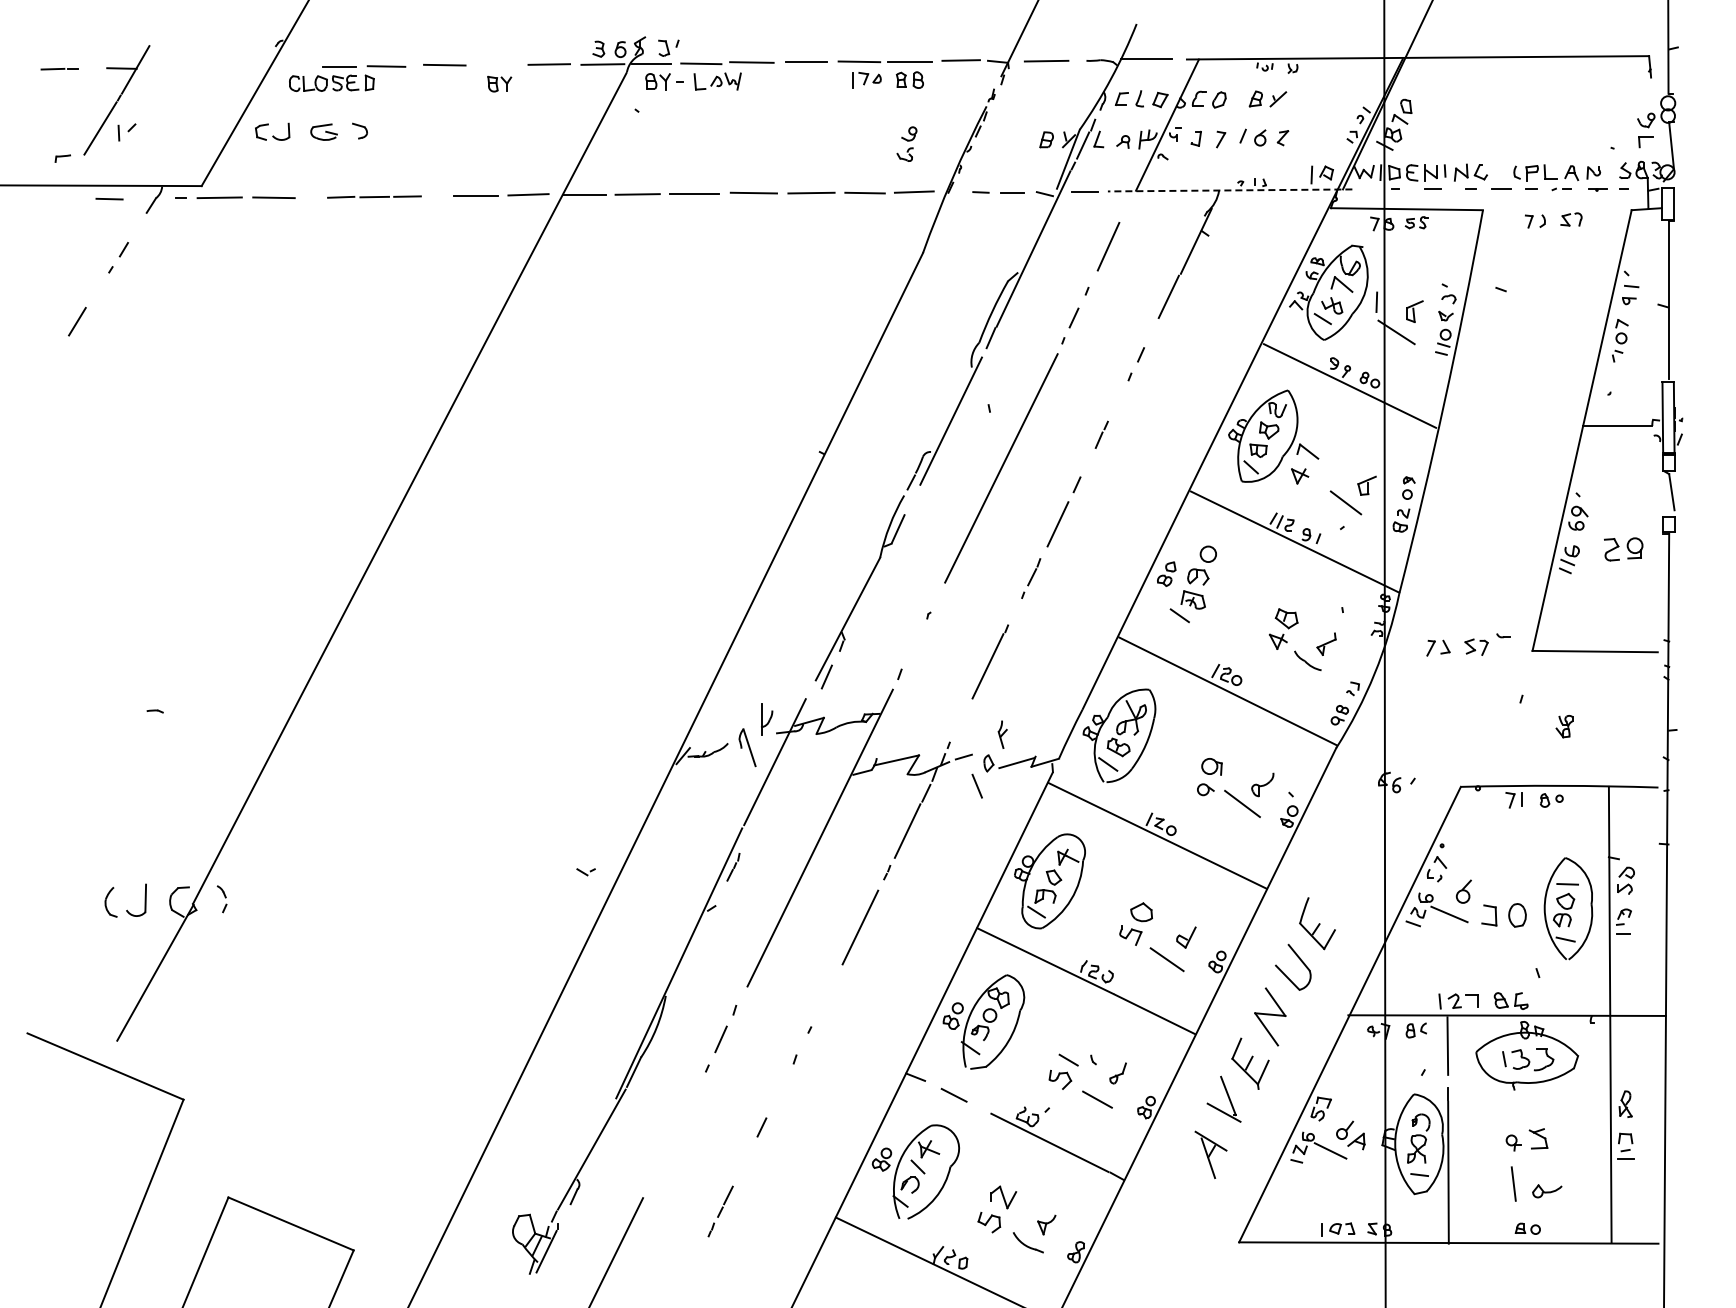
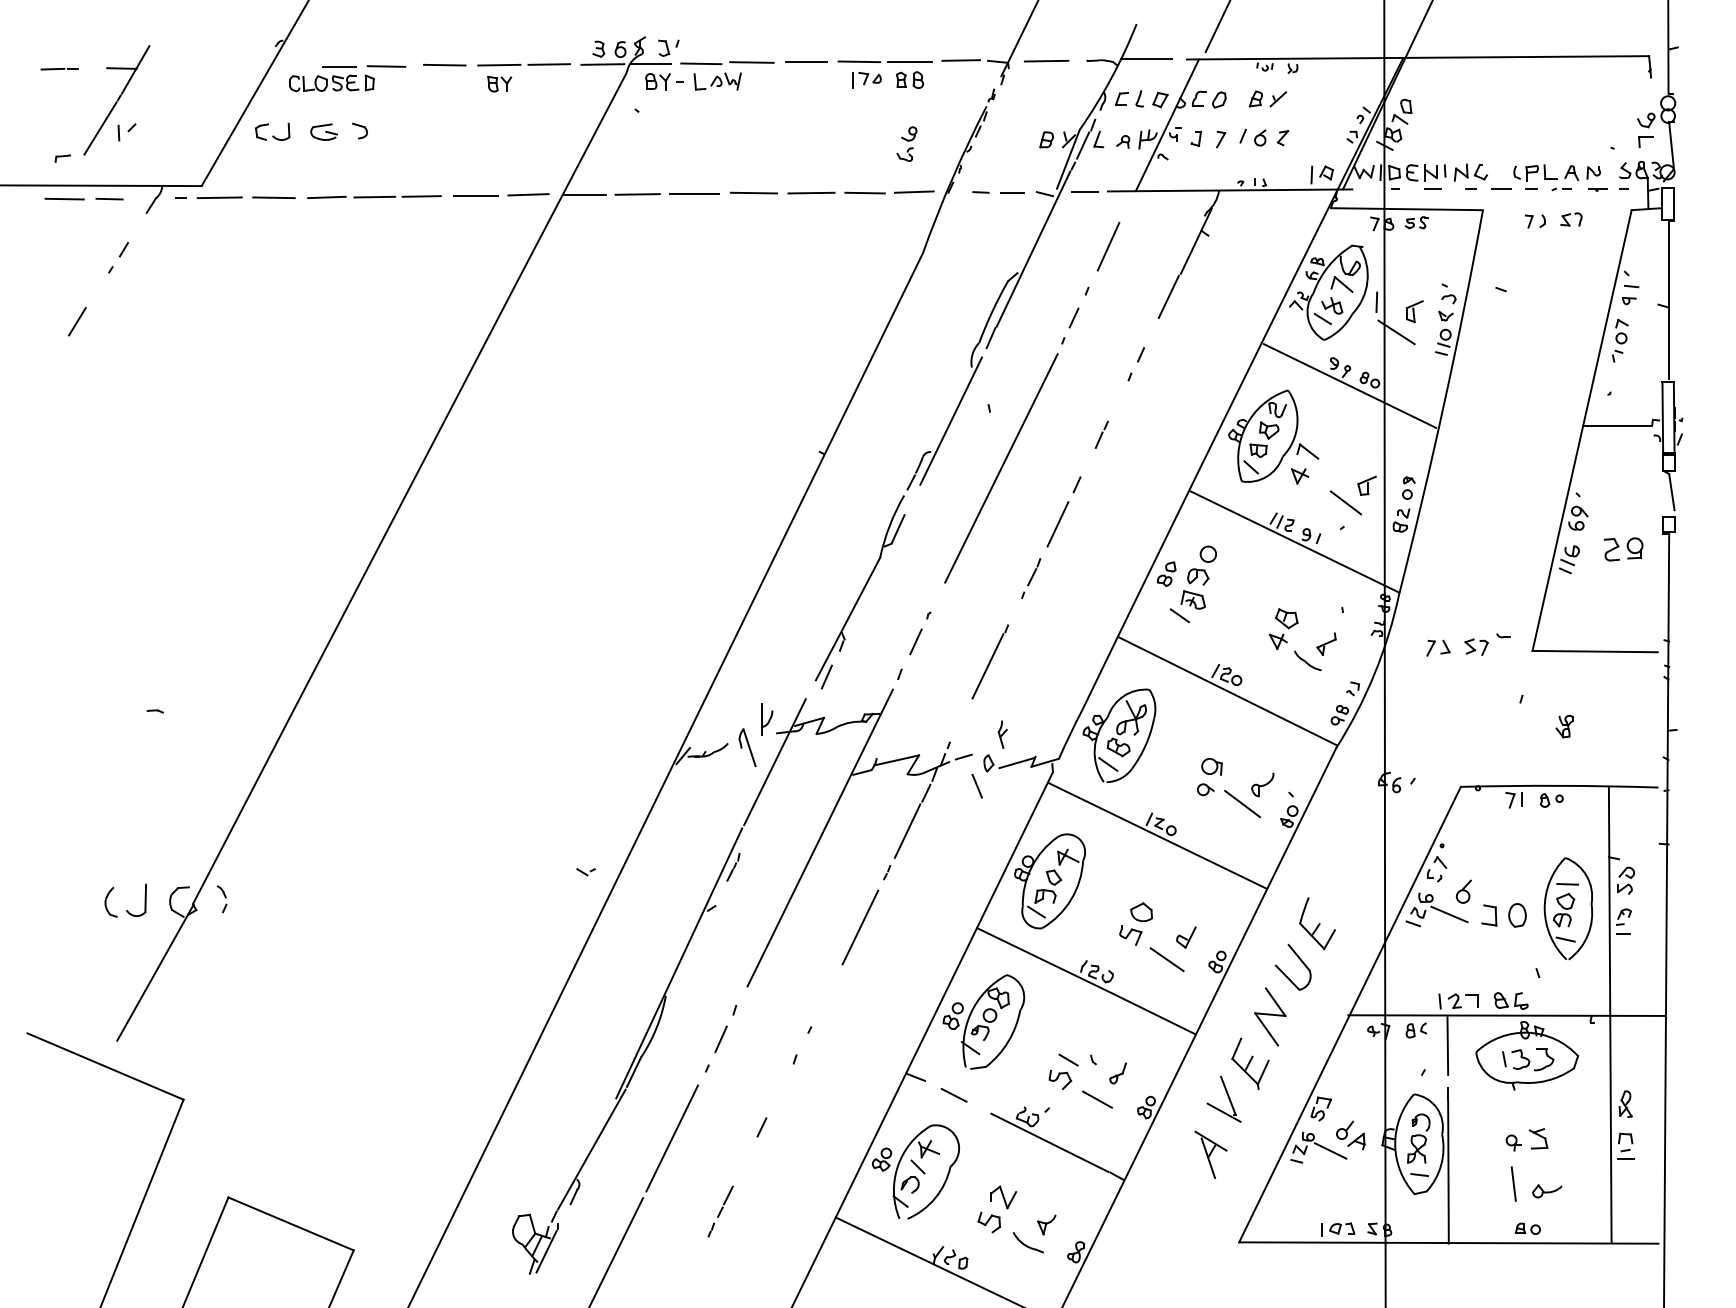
line at (1217, 27): none -> present
line at (499, 64): none -> present
line at (1229, 190): dashed -> solid
part at (374, 196) size: 95x4 px -> 135x4 px
line at (64, 198): none -> present
line at (915, 641): none -> present
line at (671, 1138): none -> present
